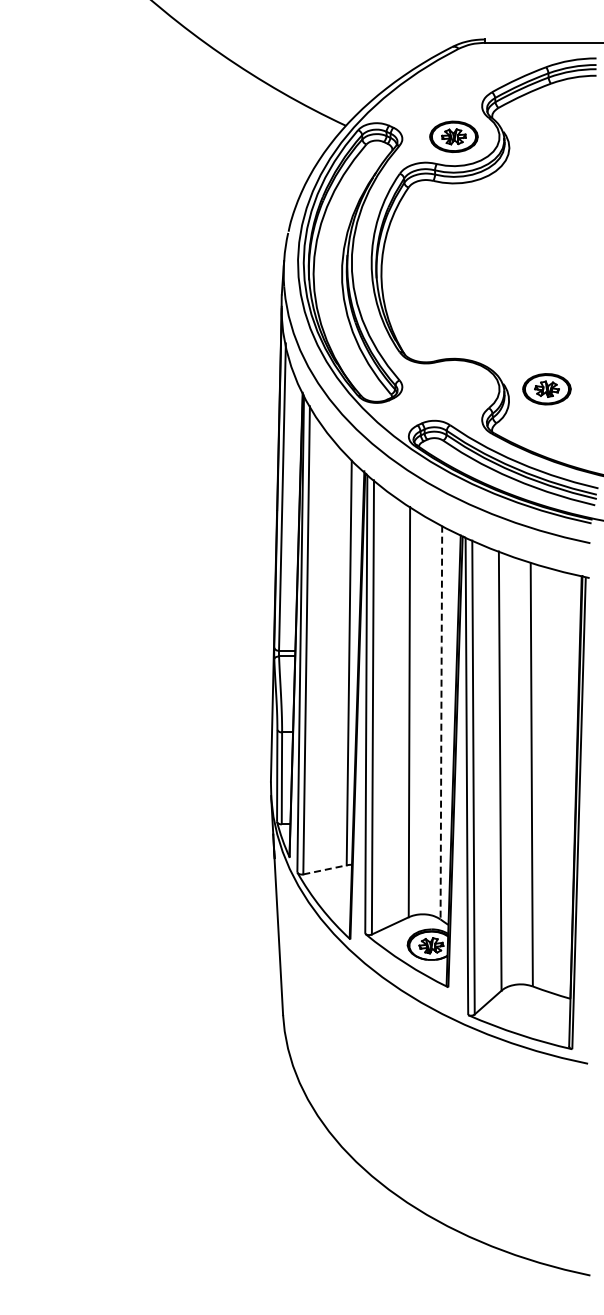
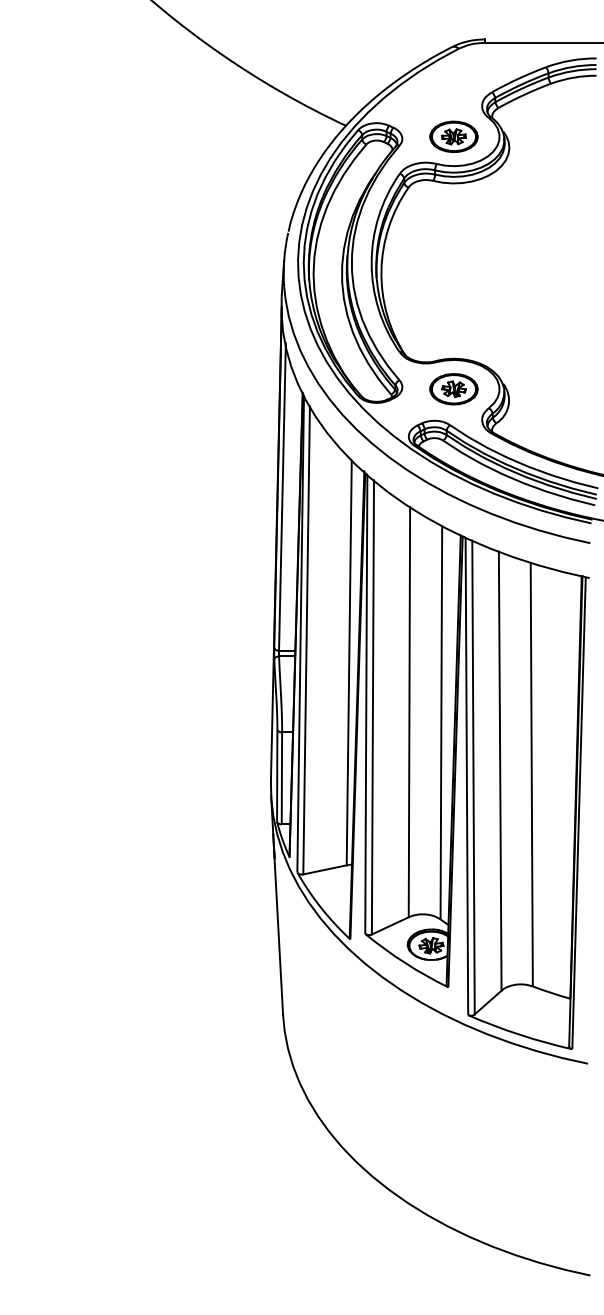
part at (546, 389) position: (546, 389) -> (453, 389)
line at (441, 722): dashed -> solid
line at (325, 869): dashed -> solid
